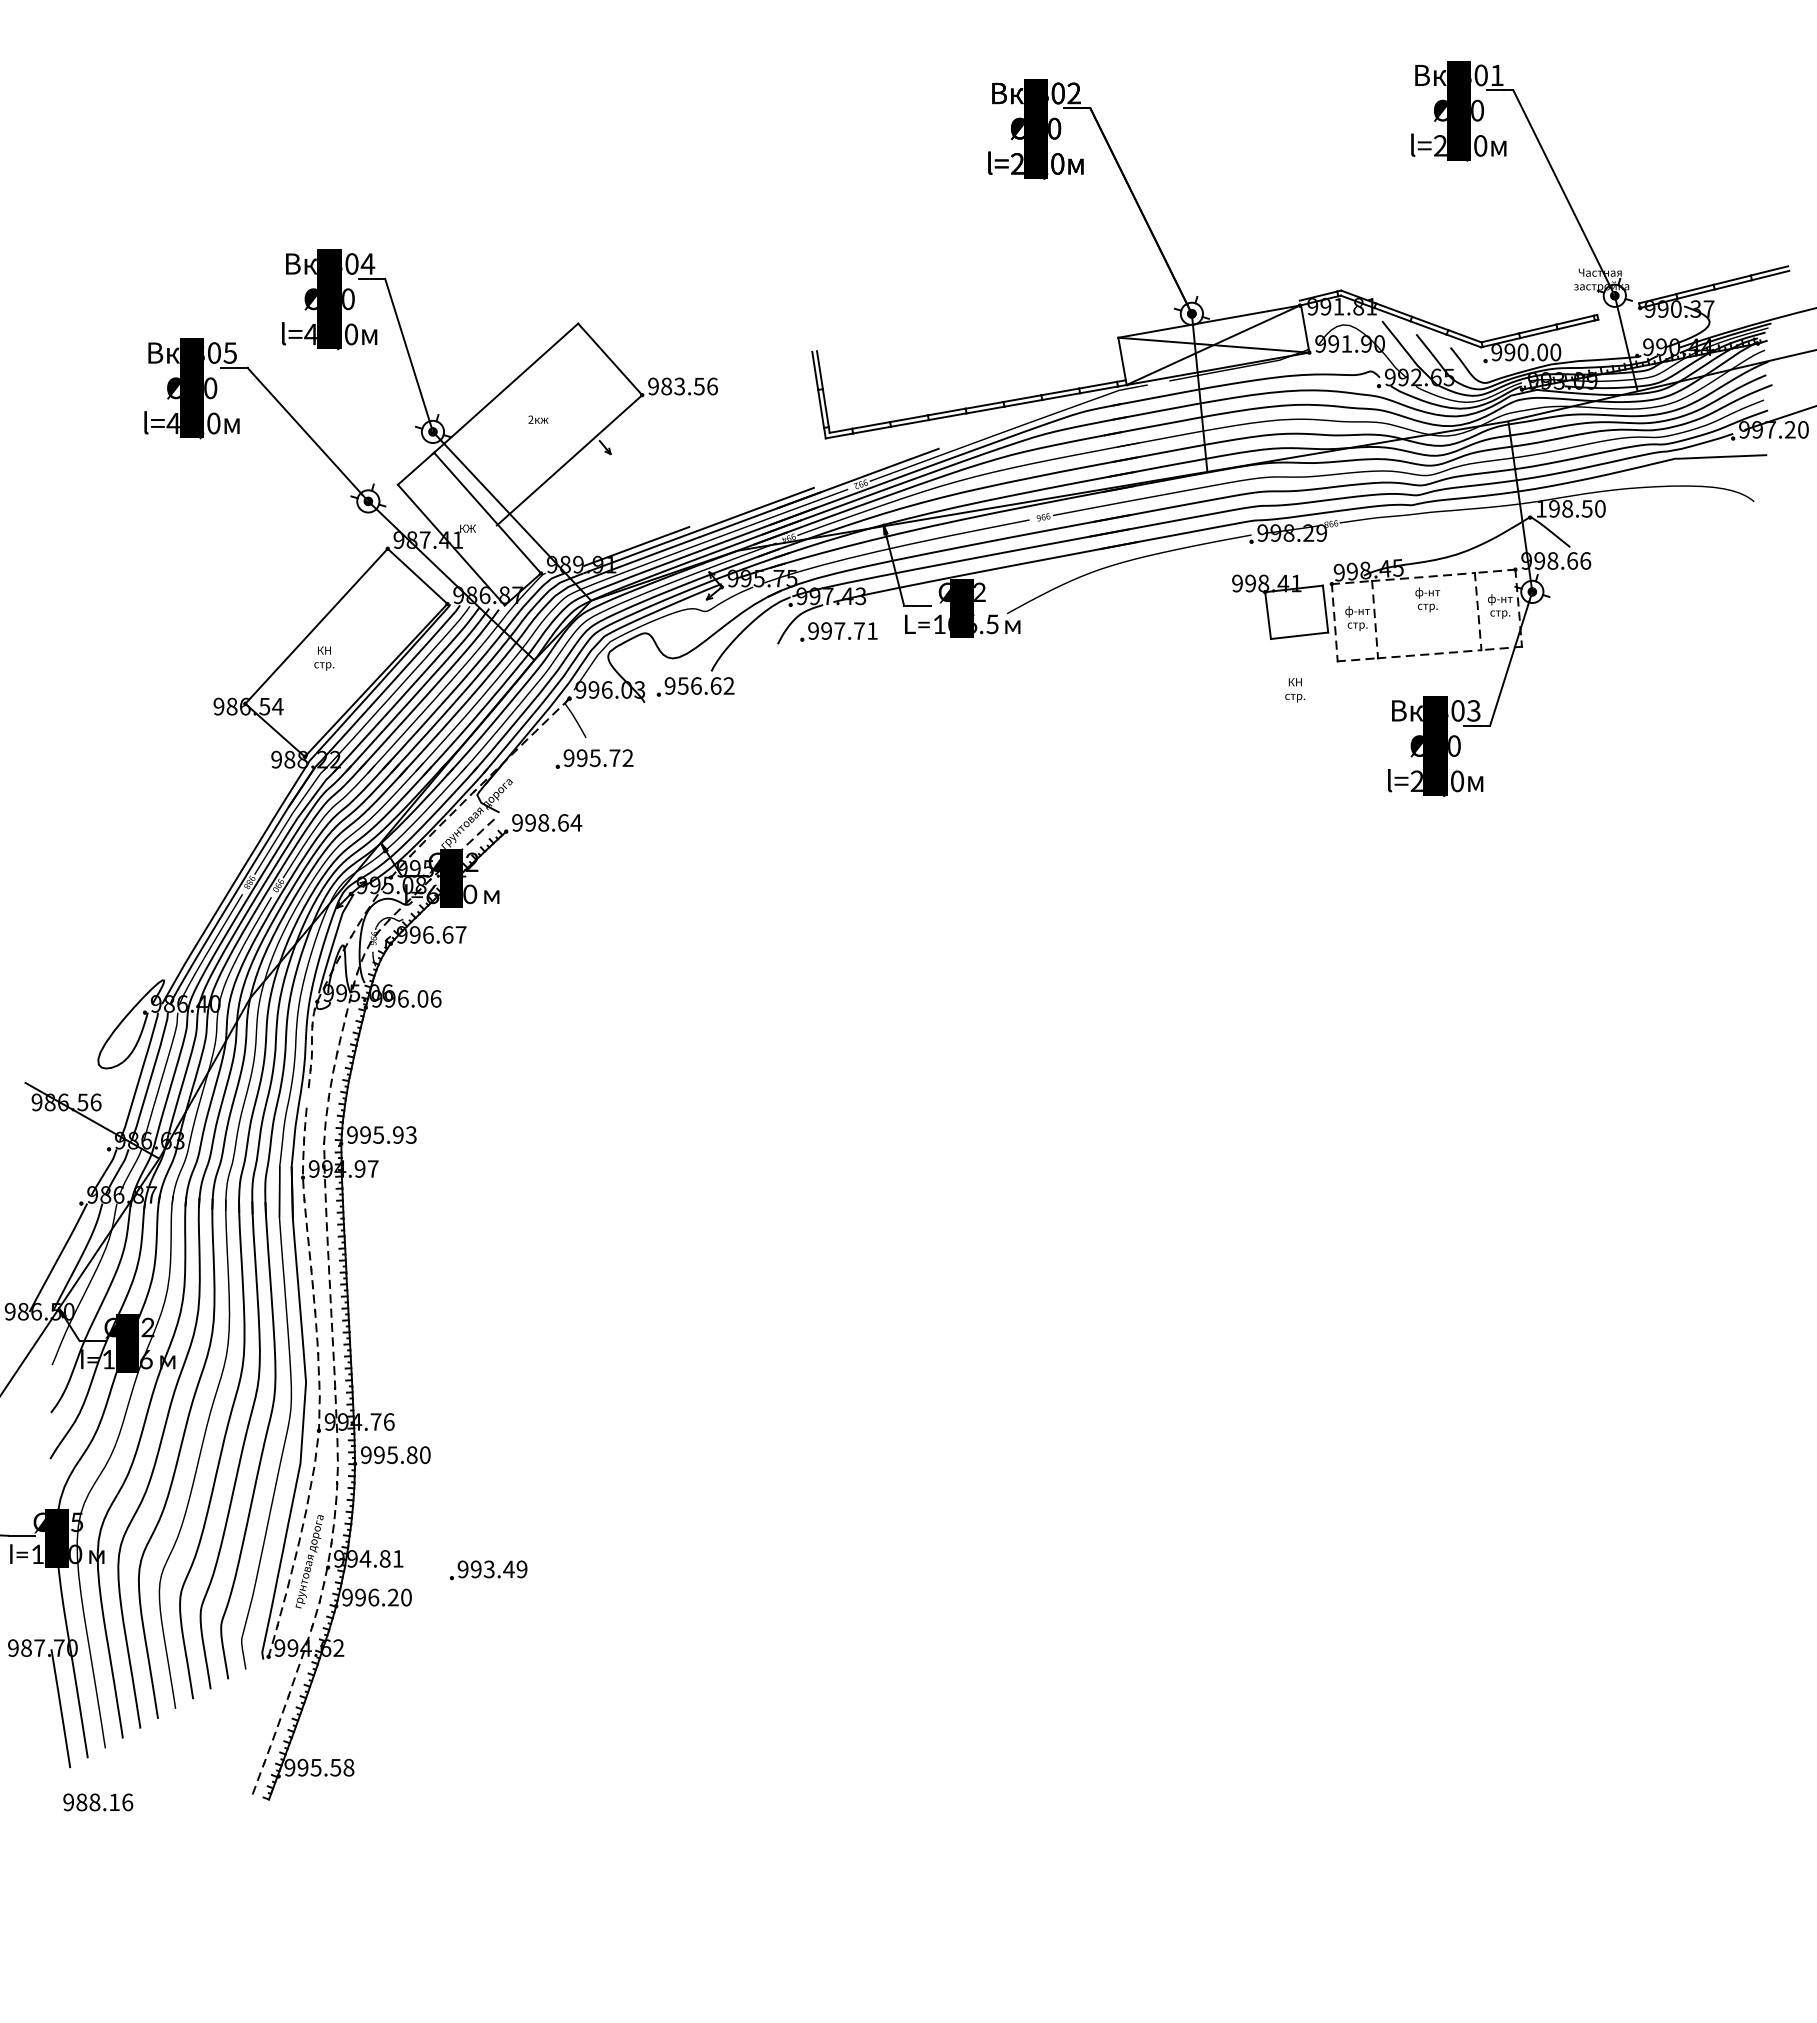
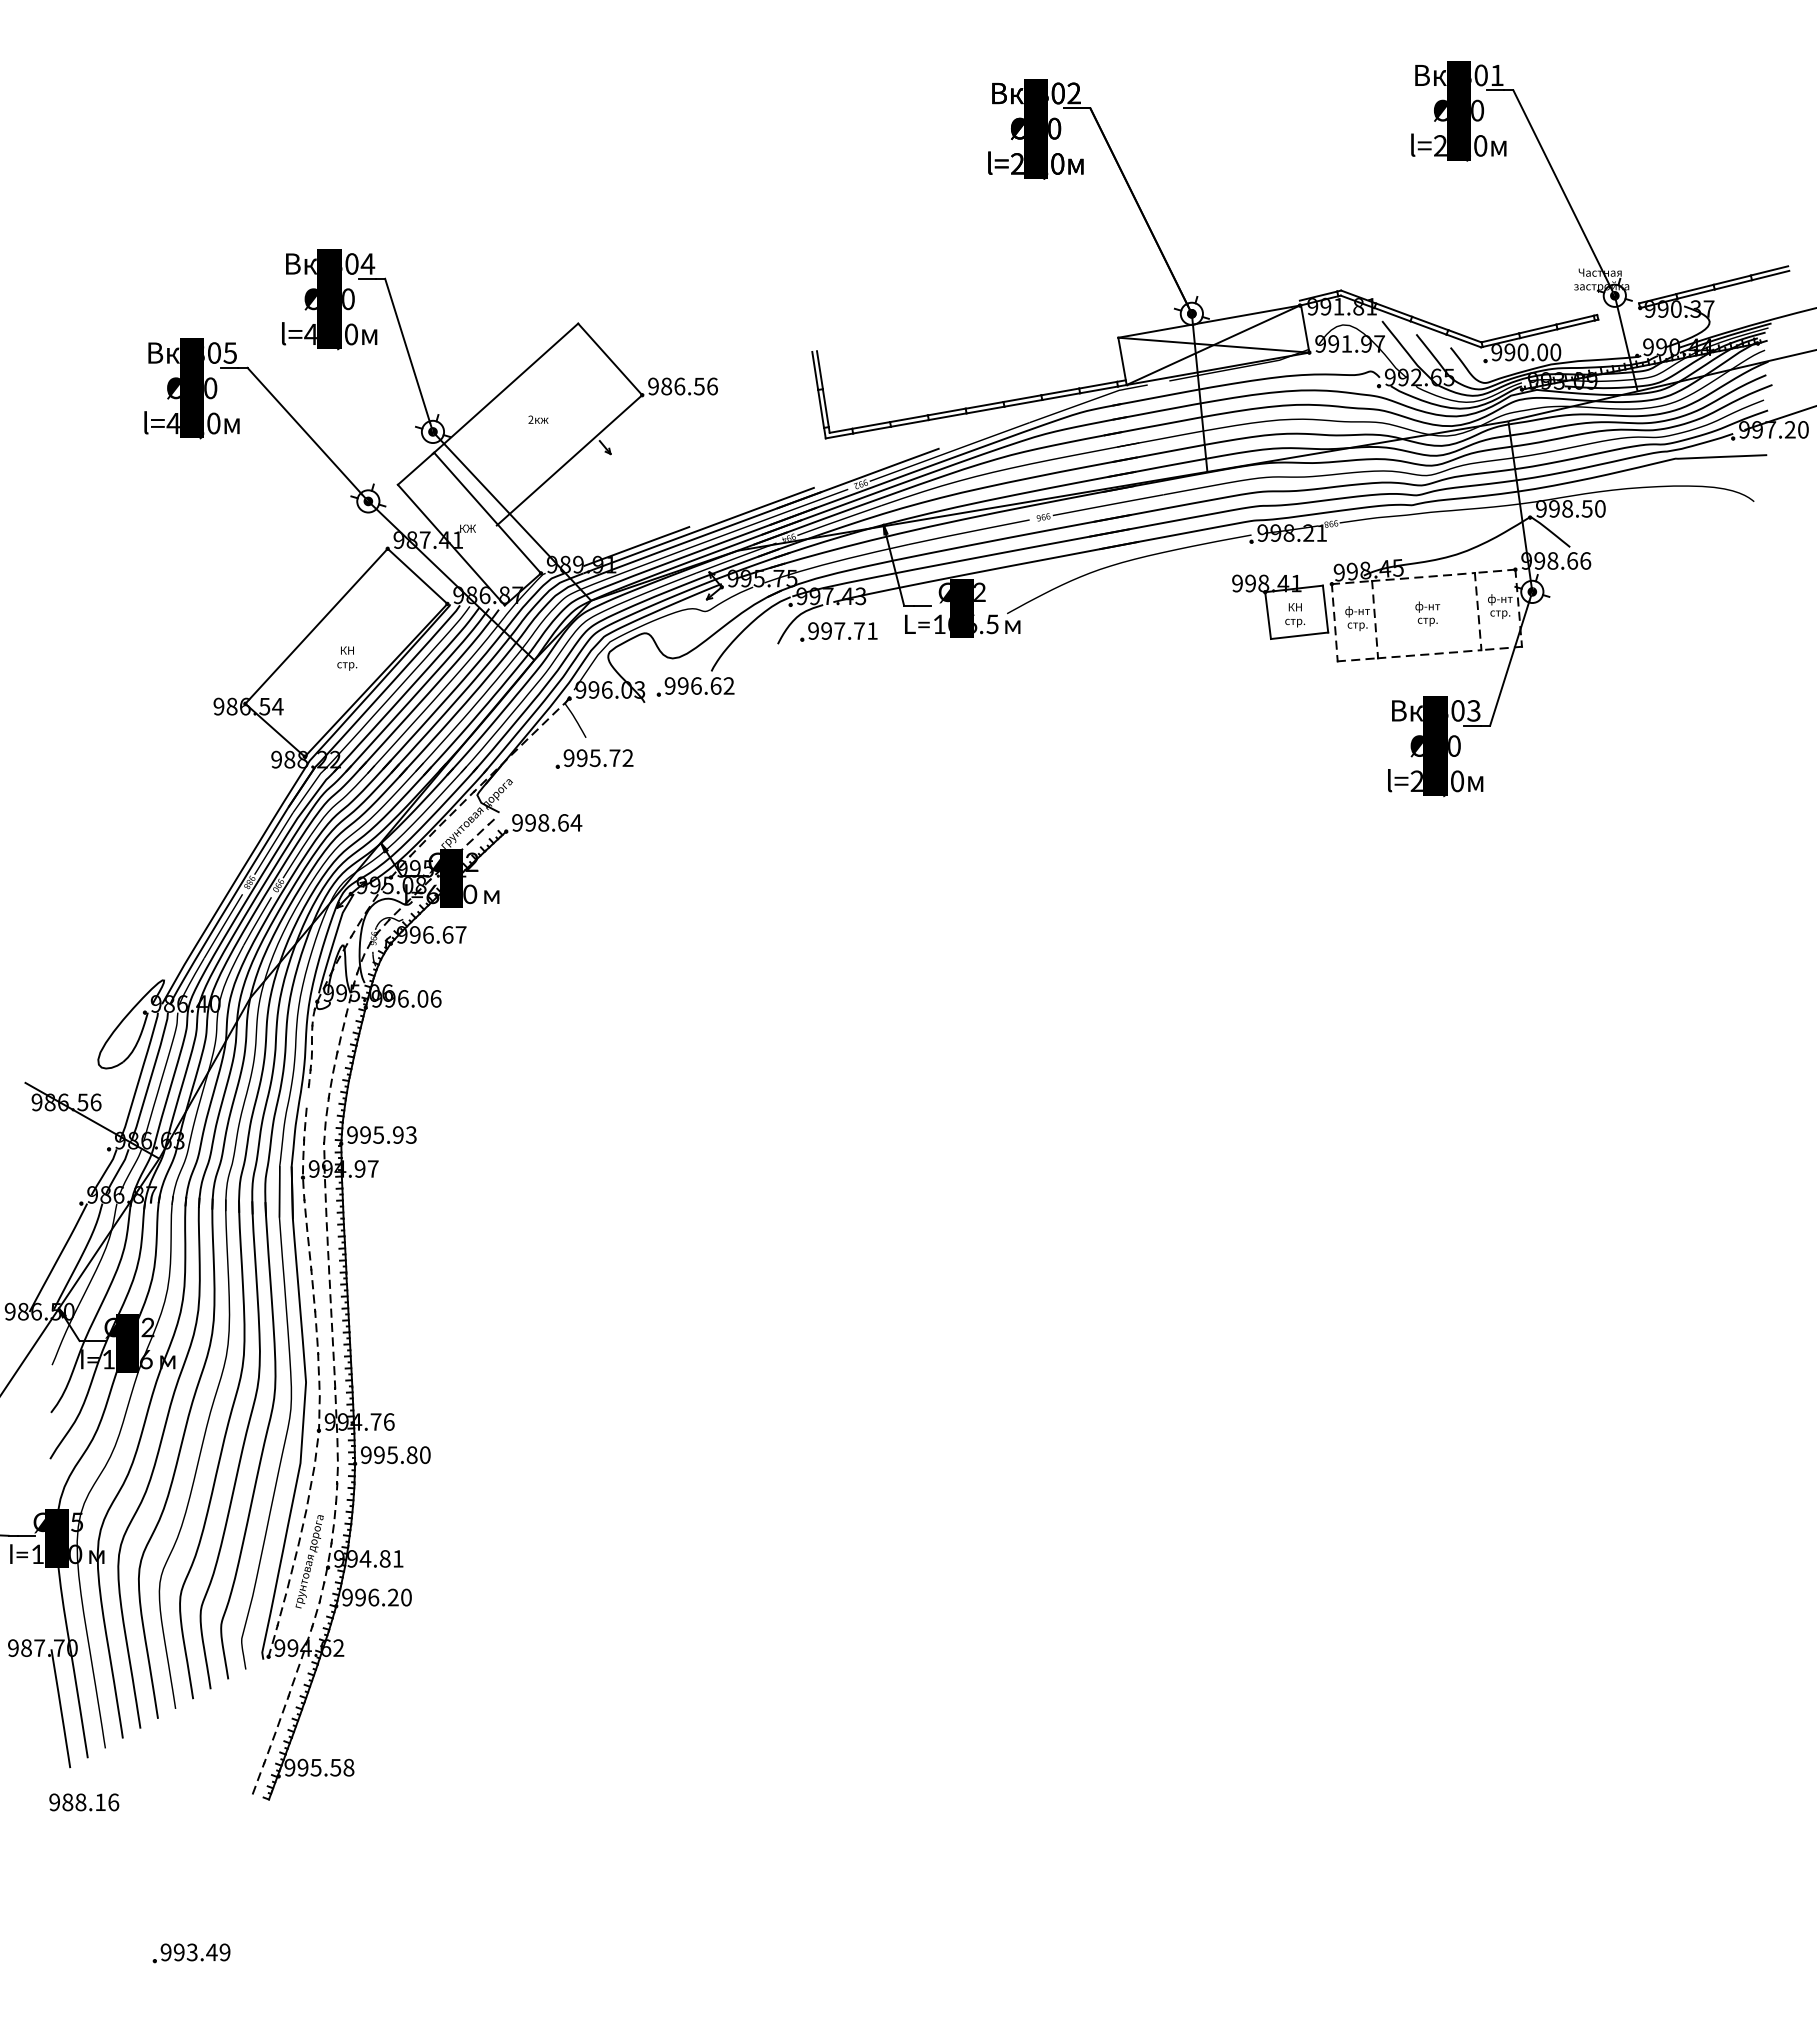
text at (1379, 343): 991.90 -> 991.97
text at (679, 386): 983.56 -> 986.56
text at (1541, 508): 198.50 -> 998.50
text at (1321, 532): 998.29 -> 998.21
text at (1427, 599) position: (1427, 599) -> (1427, 613)
text at (324, 658) position: (324, 658) -> (347, 658)
text at (682, 685): 956.62 -> 996.62
text at (1295, 690) position: (1295, 690) -> (1295, 615)
part at (488, 1570) position: (488, 1570) -> (191, 1953)
text at (98, 1802) position: (98, 1802) -> (84, 1802)
